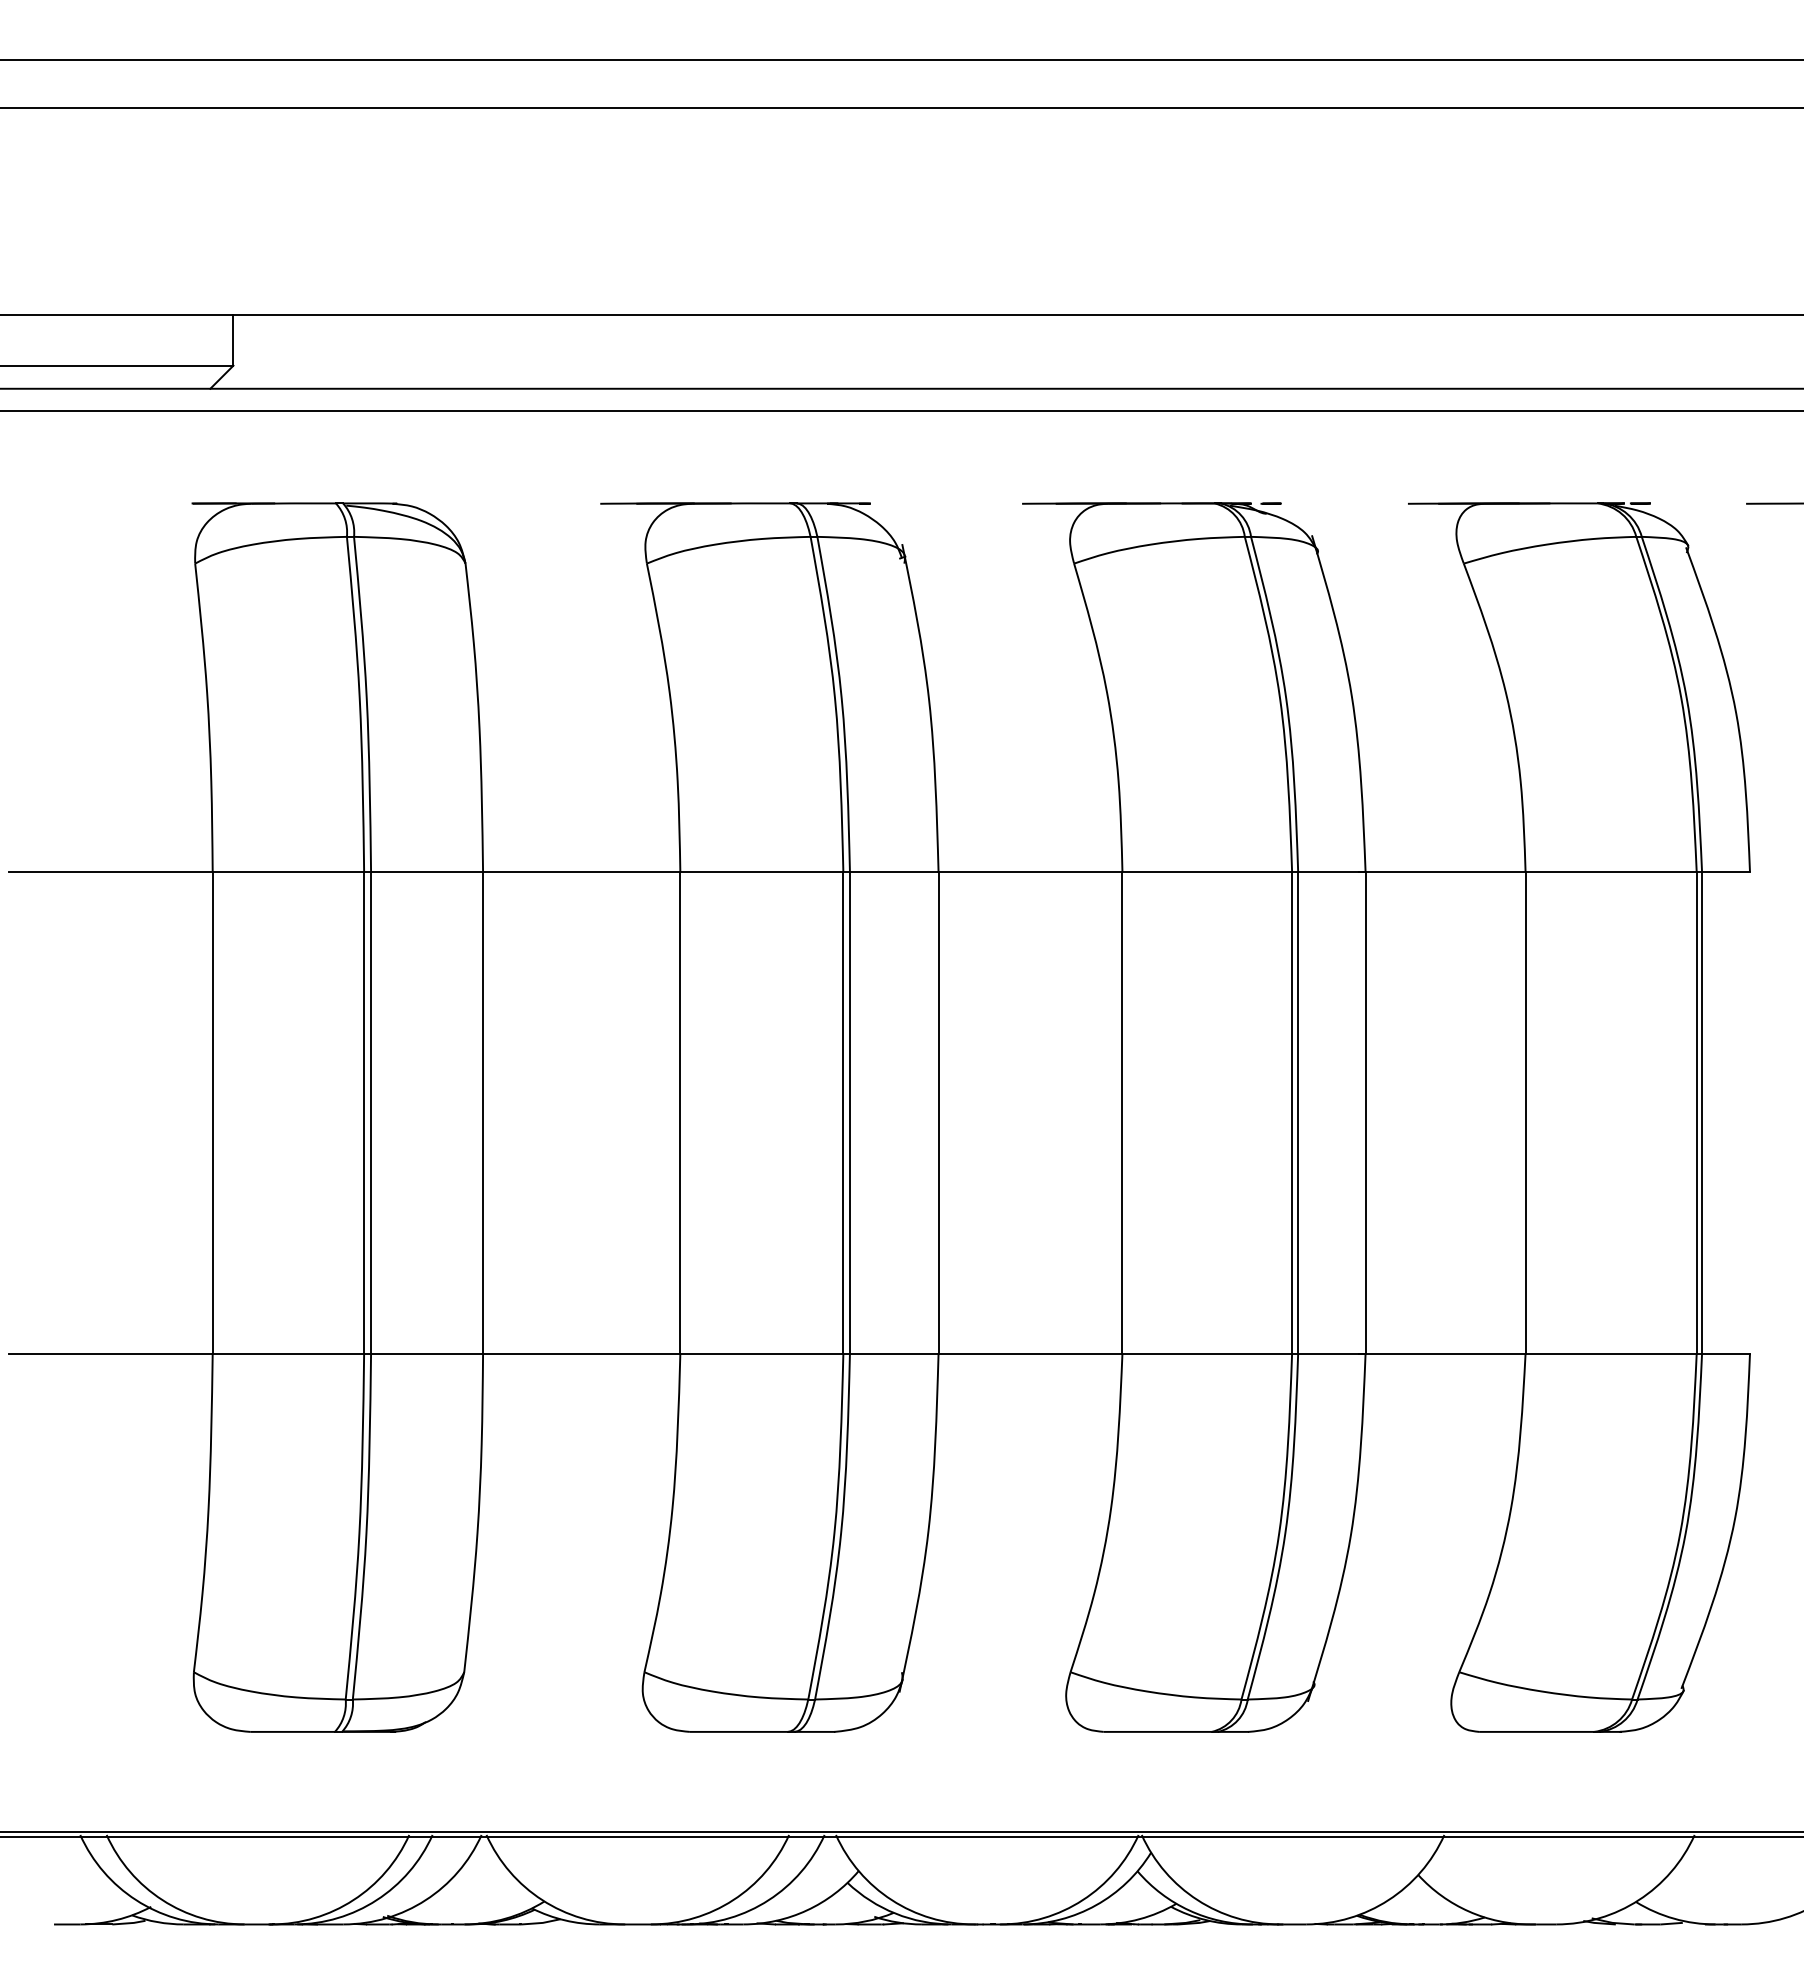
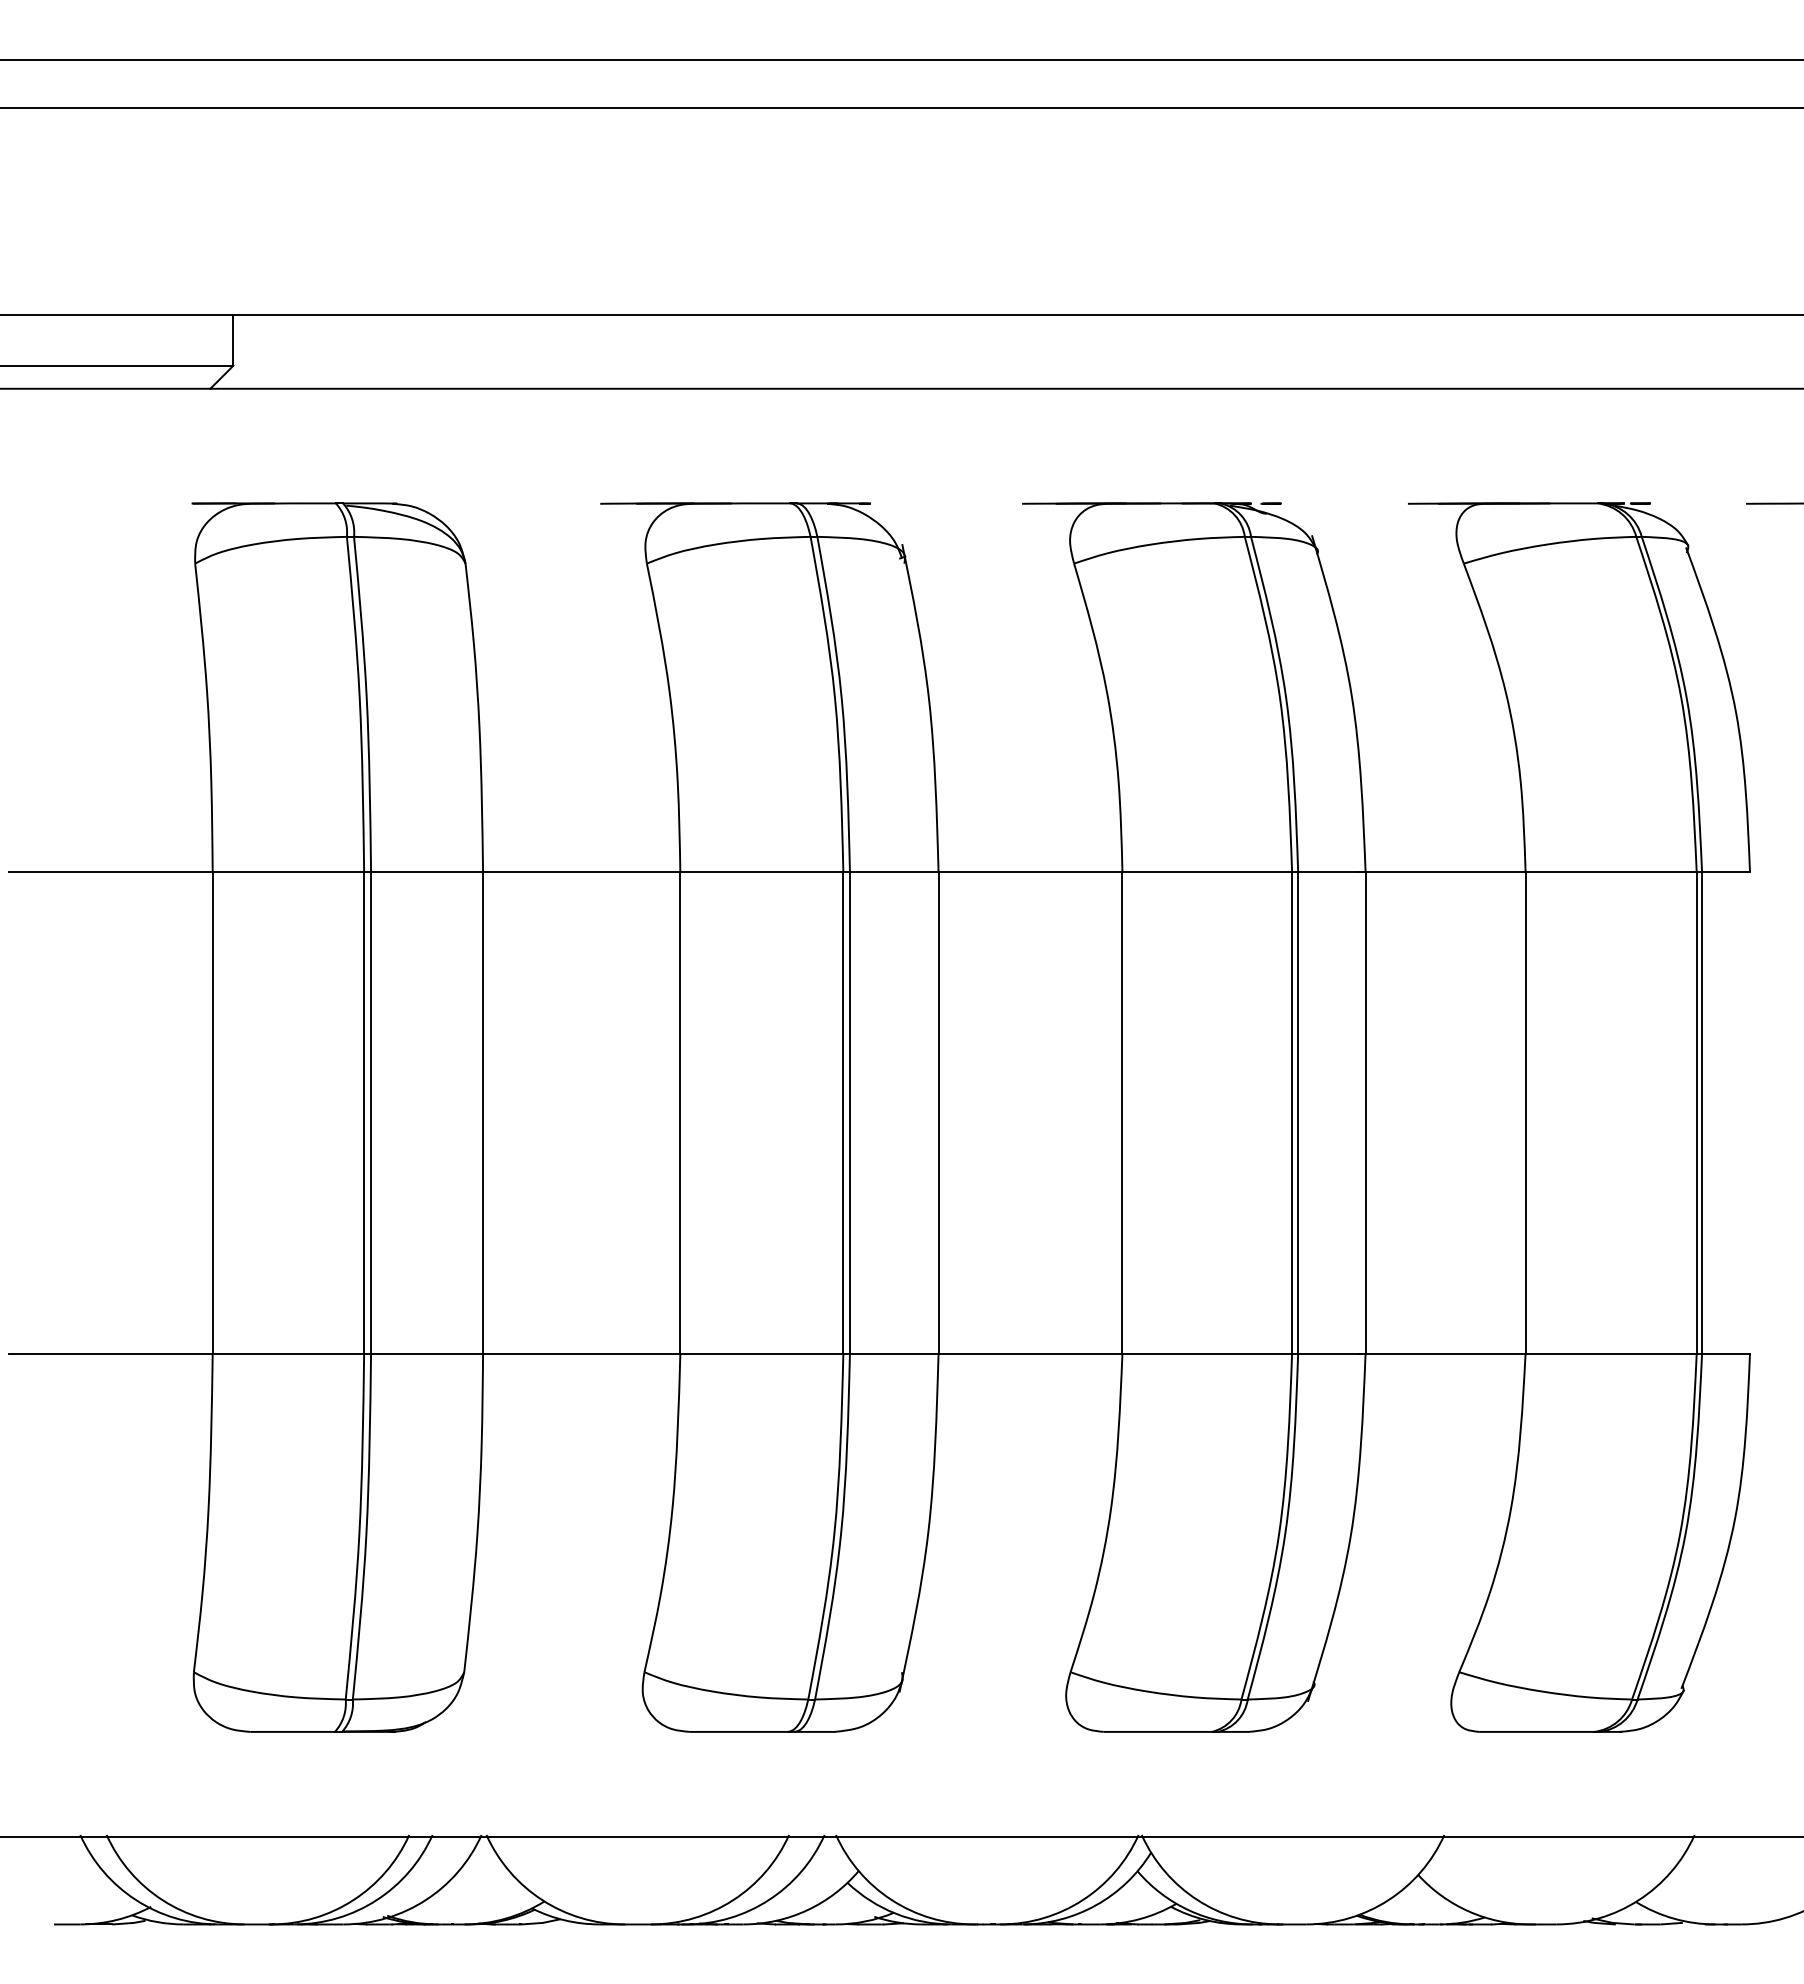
line at (901, 410): present -> none
line at (901, 1832): present -> none
